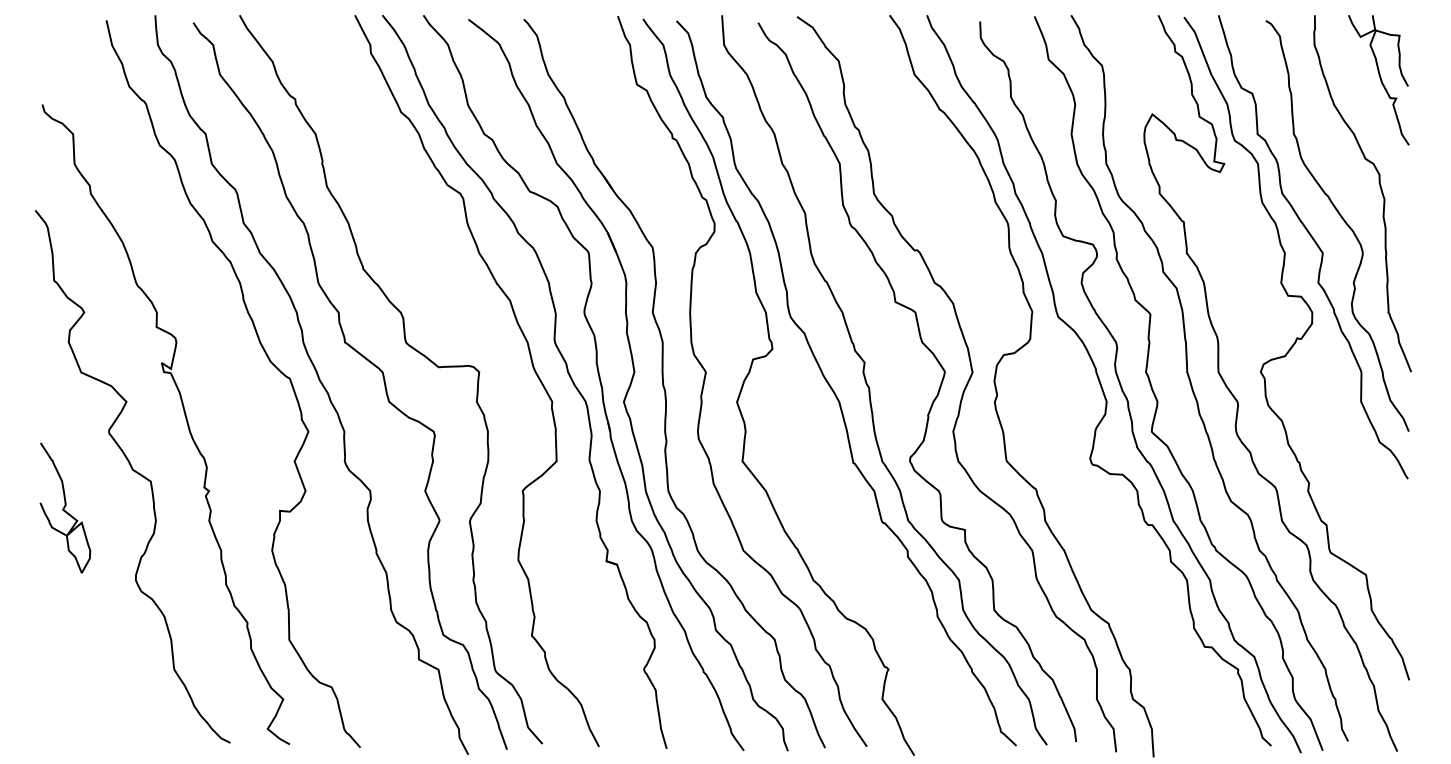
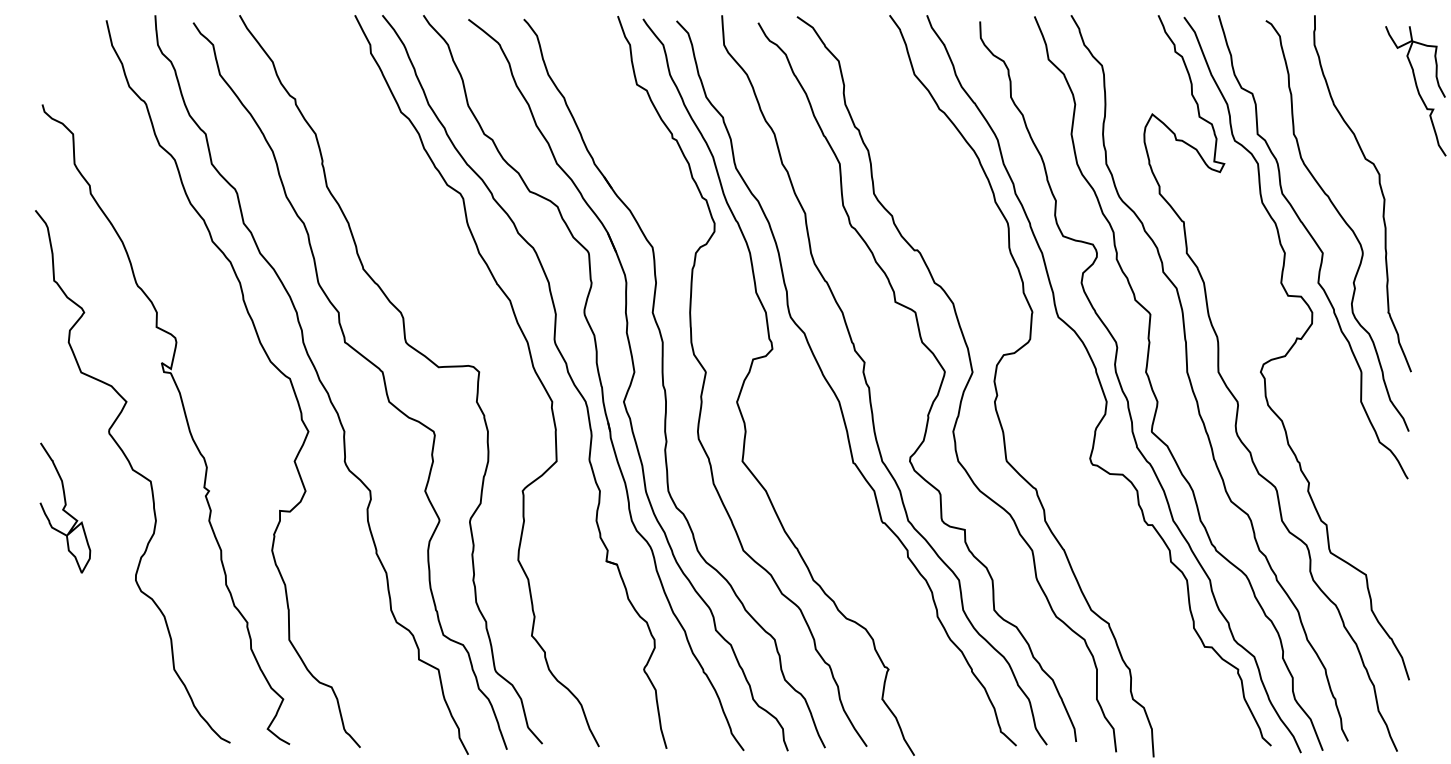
part at (1378, 80) position: (1378, 80) -> (1415, 91)
